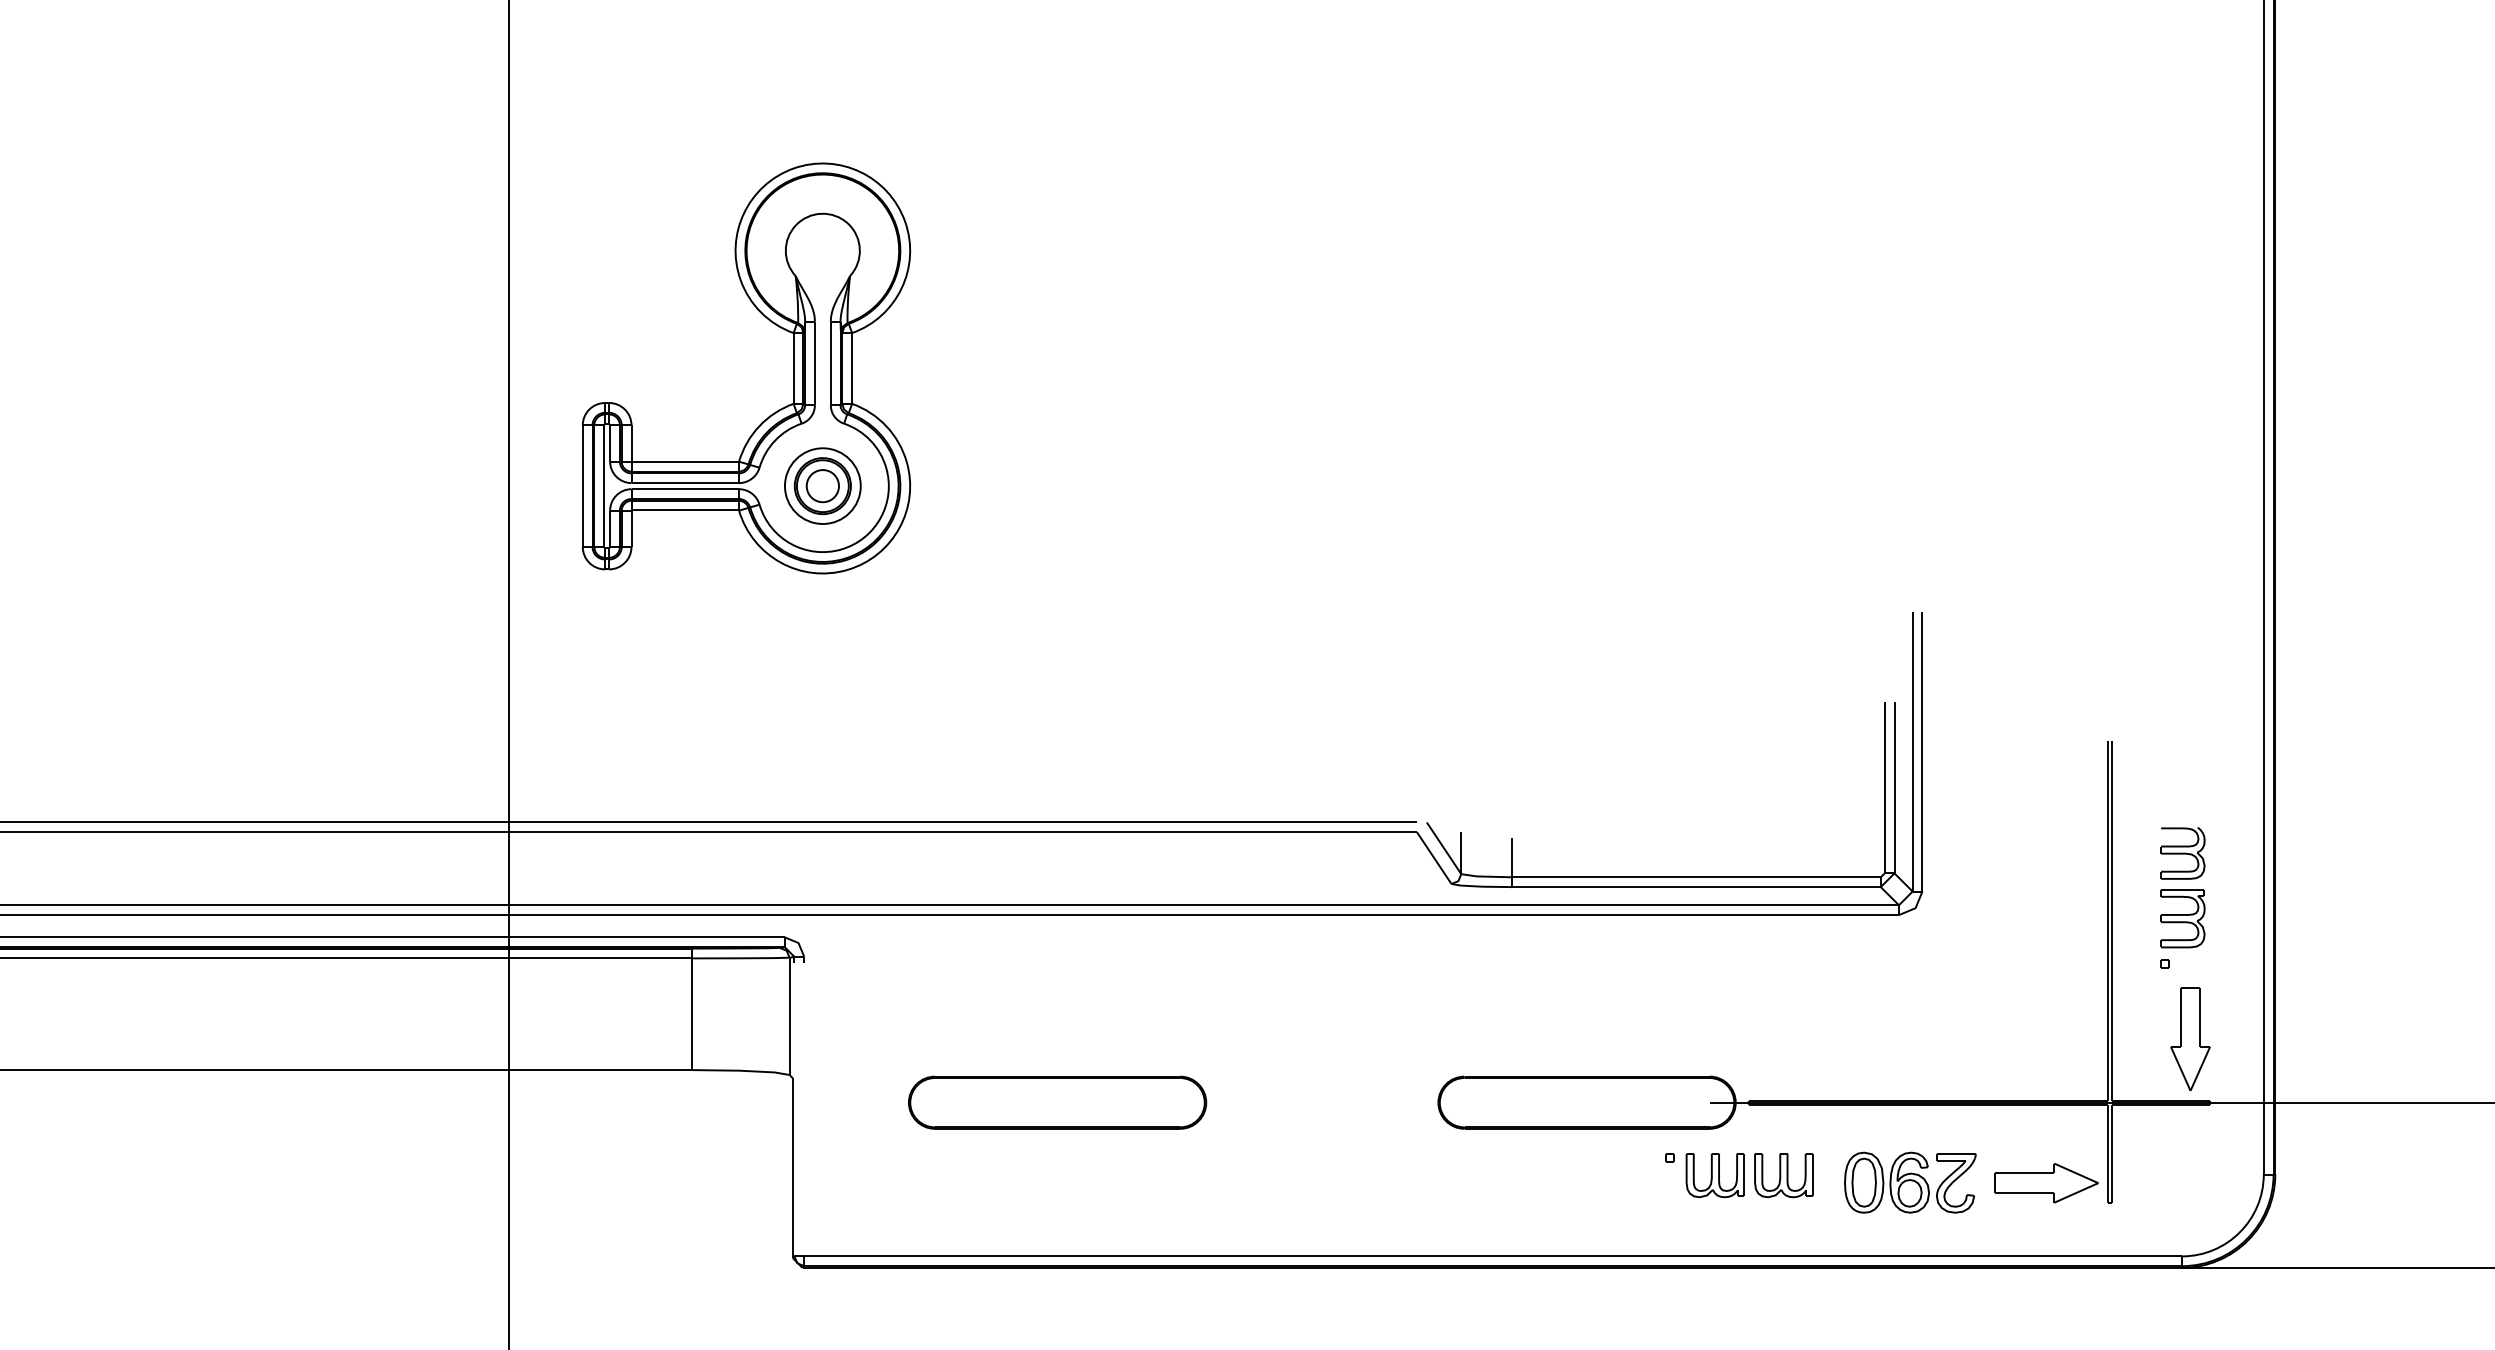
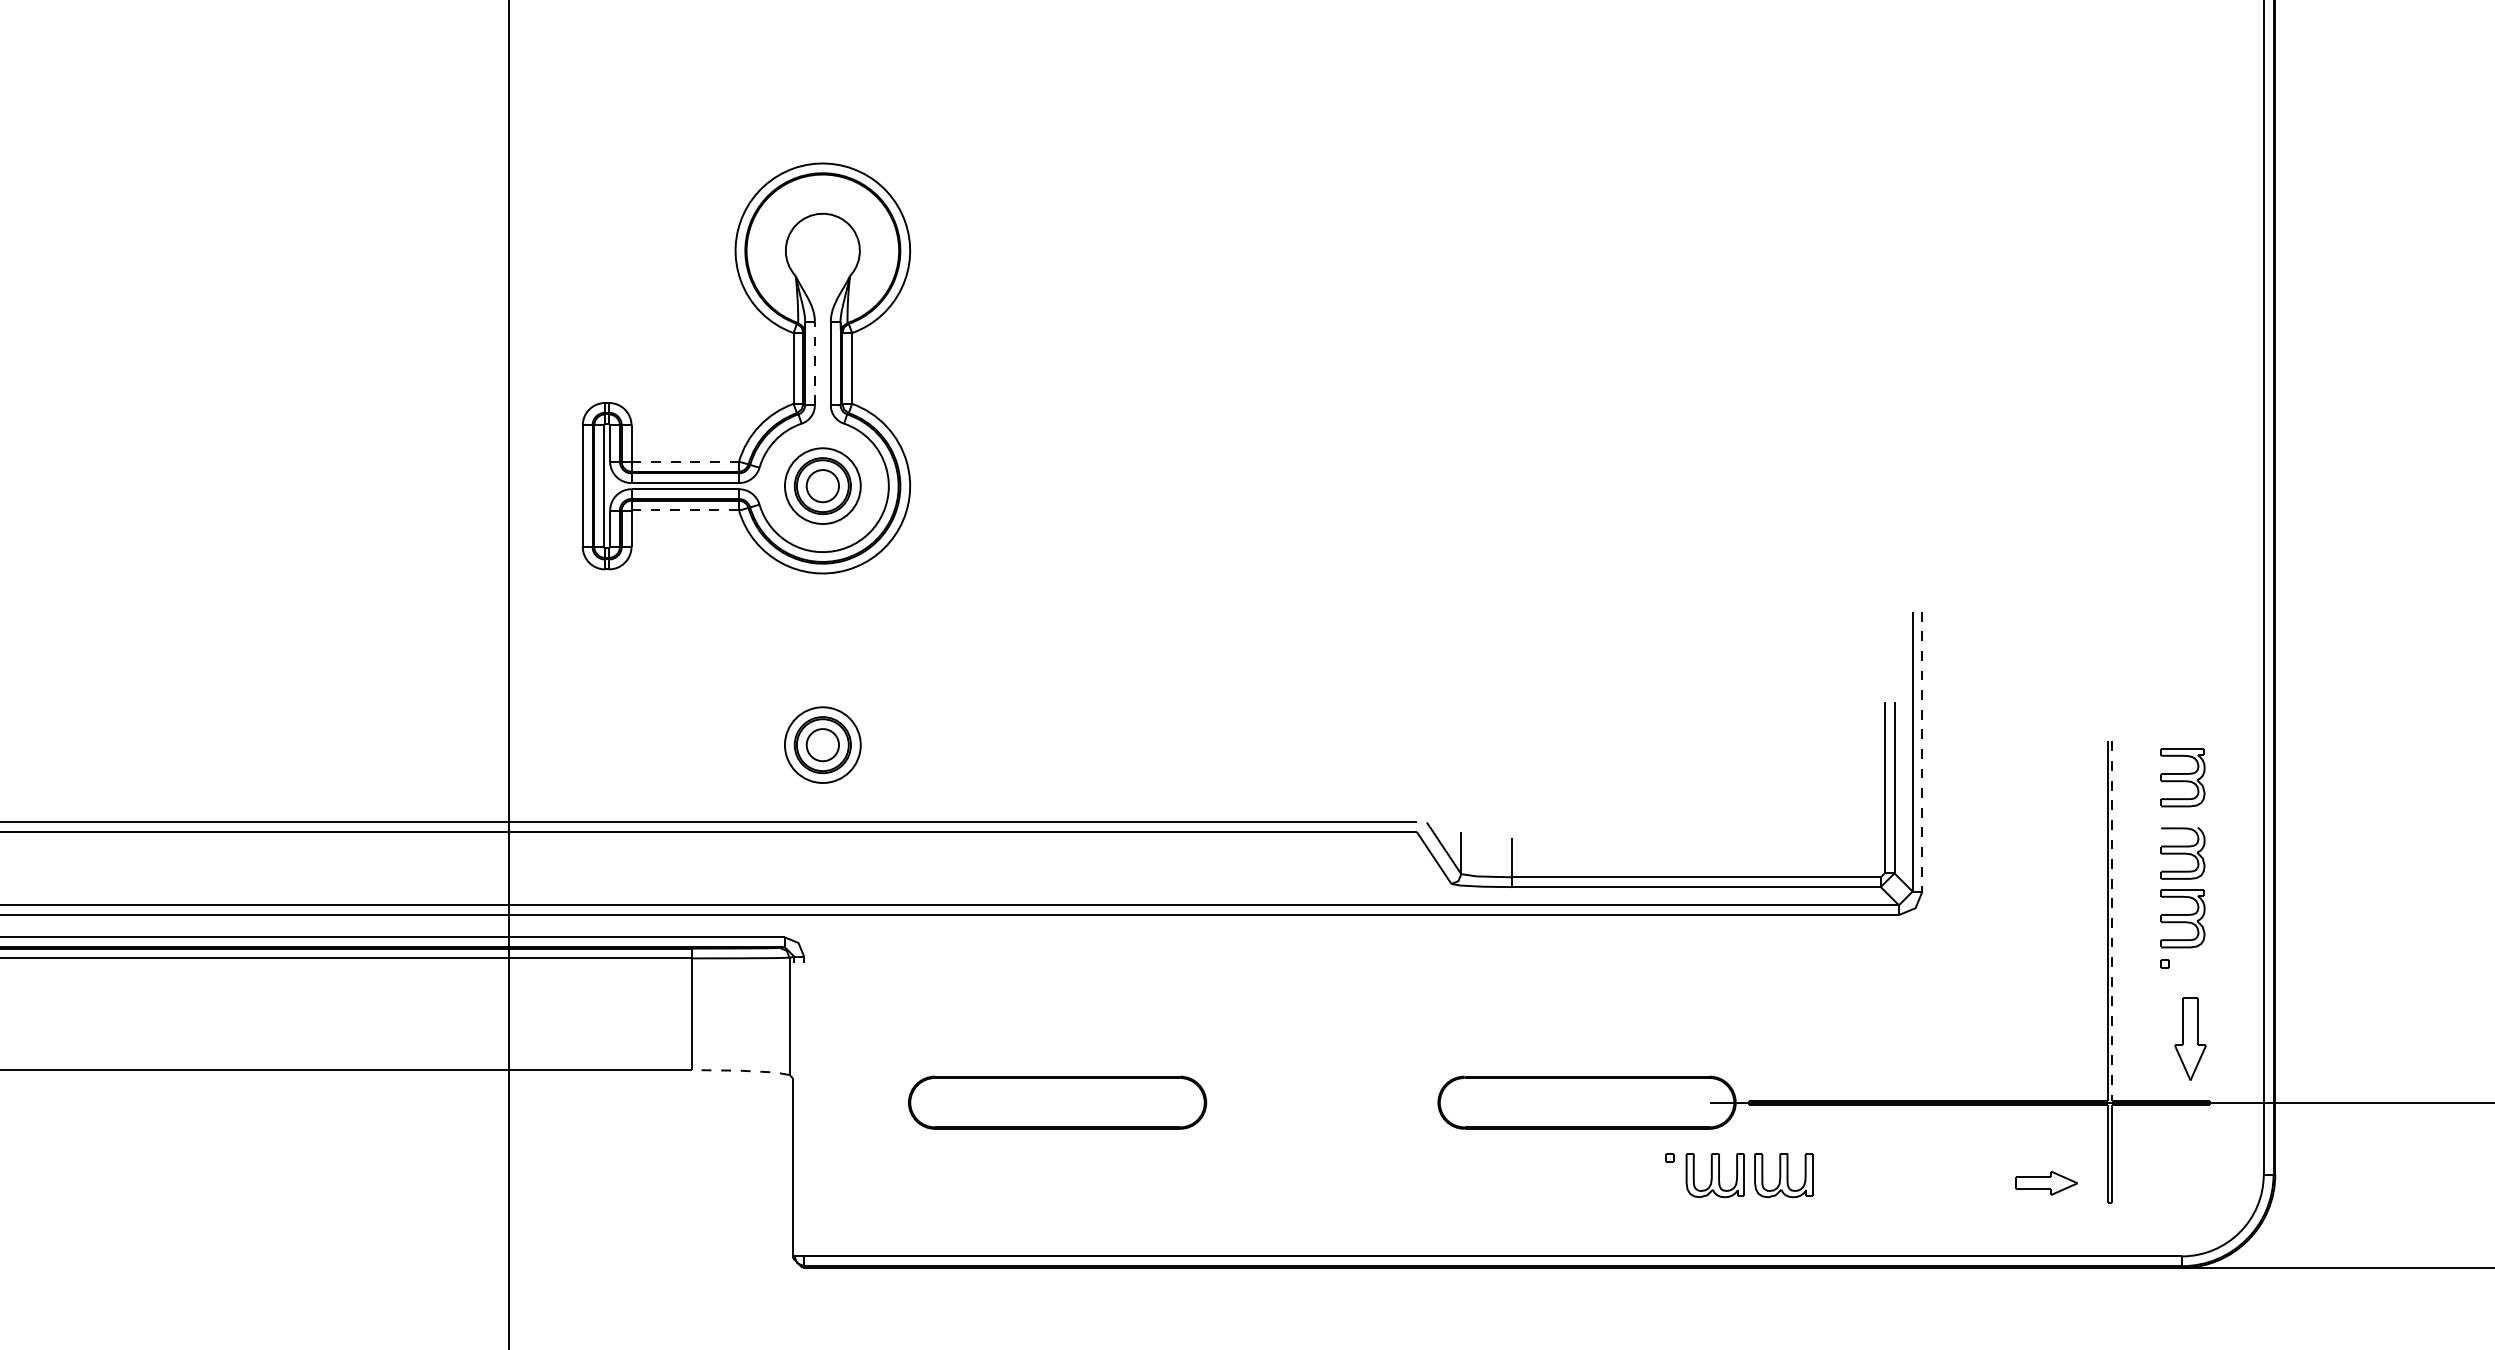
line at (814, 363): solid -> dashed
line at (685, 461): solid -> dashed
line at (685, 510): solid -> dashed
part at (822, 744): none -> present
line at (1922, 751): solid -> dashed
part at (2182, 777): none -> present
line at (2112, 921): solid -> dashed
part at (2190, 1038) size: 41x104 px -> 33x84 px
line at (741, 1070): solid -> dashed
part at (1910, 1182): present -> none
part at (2046, 1183) size: 105x41 px -> 63x26 px
